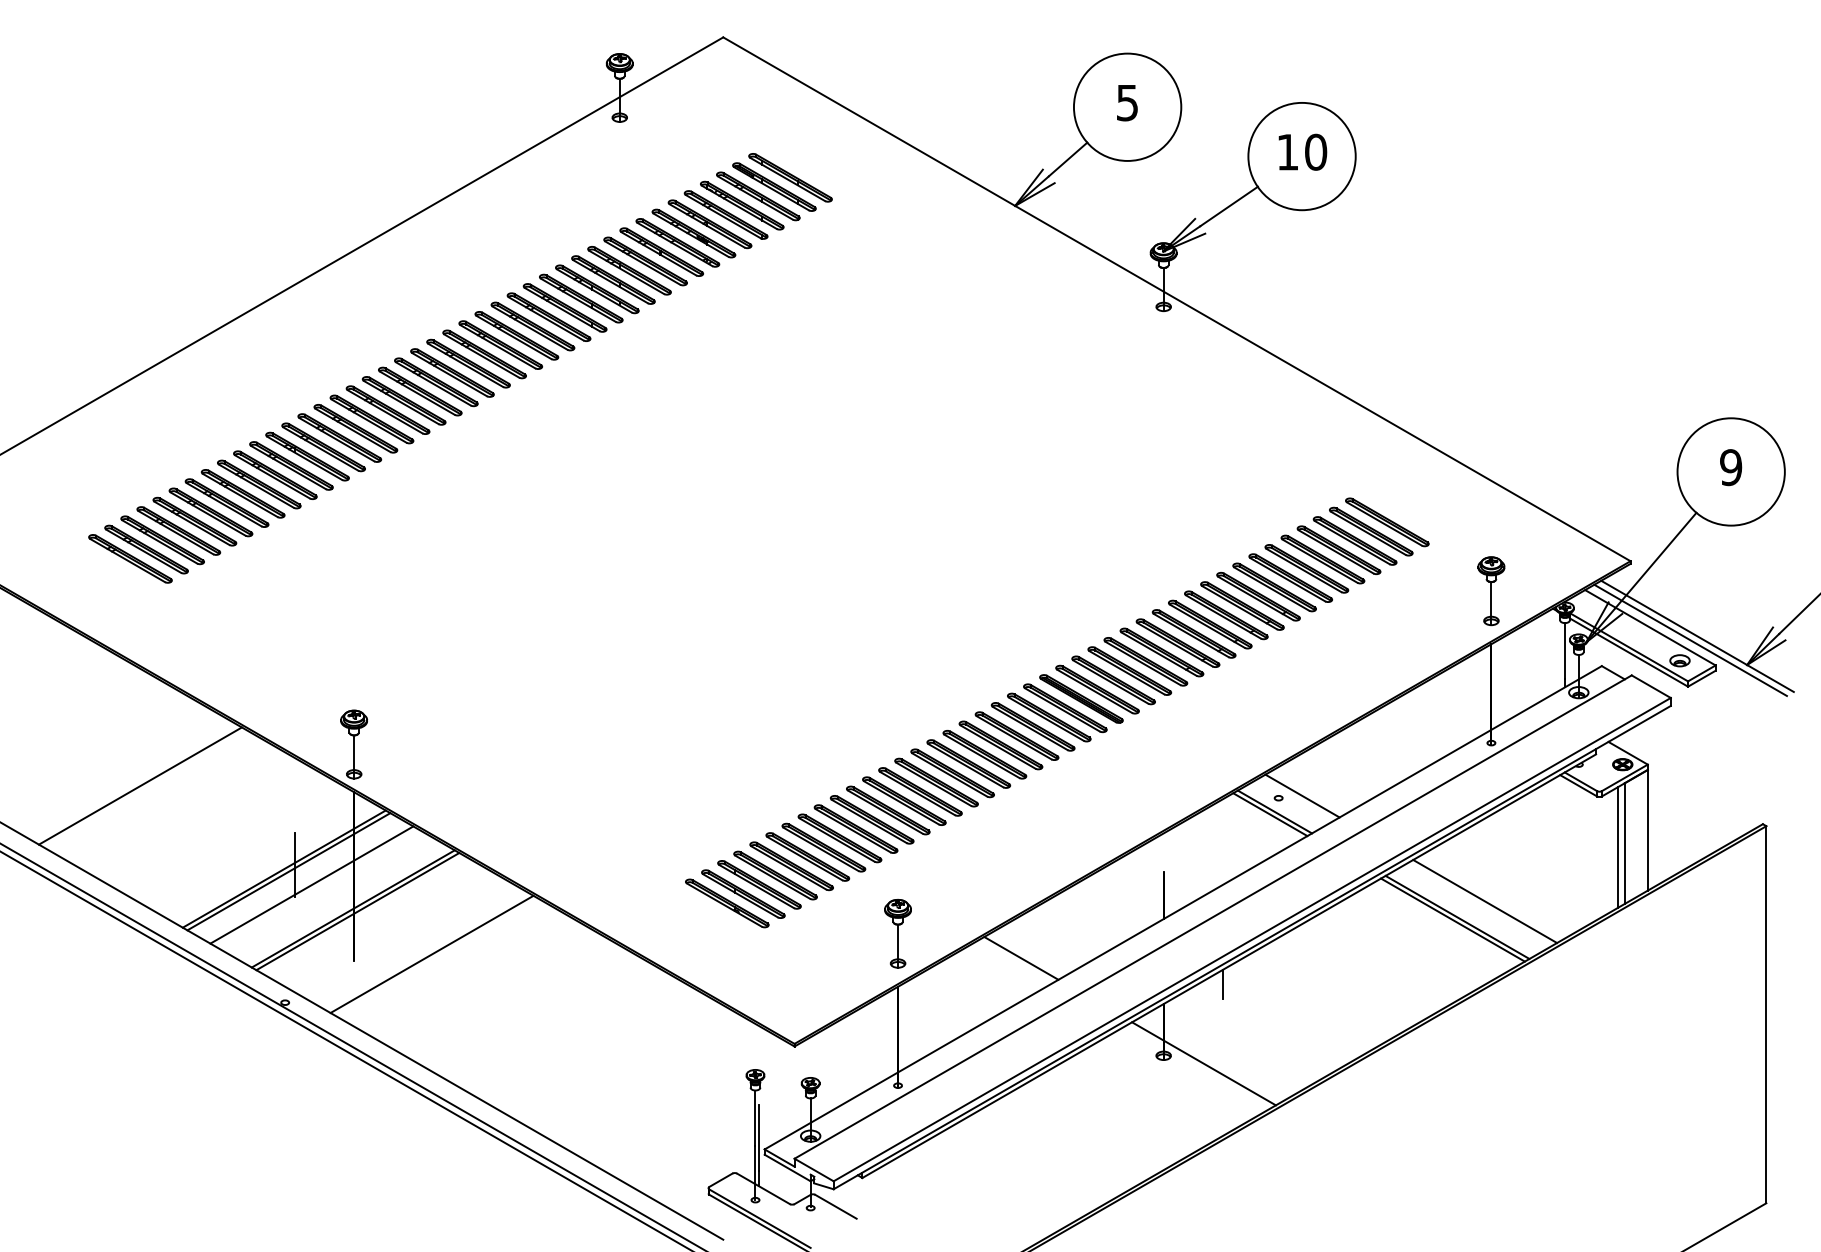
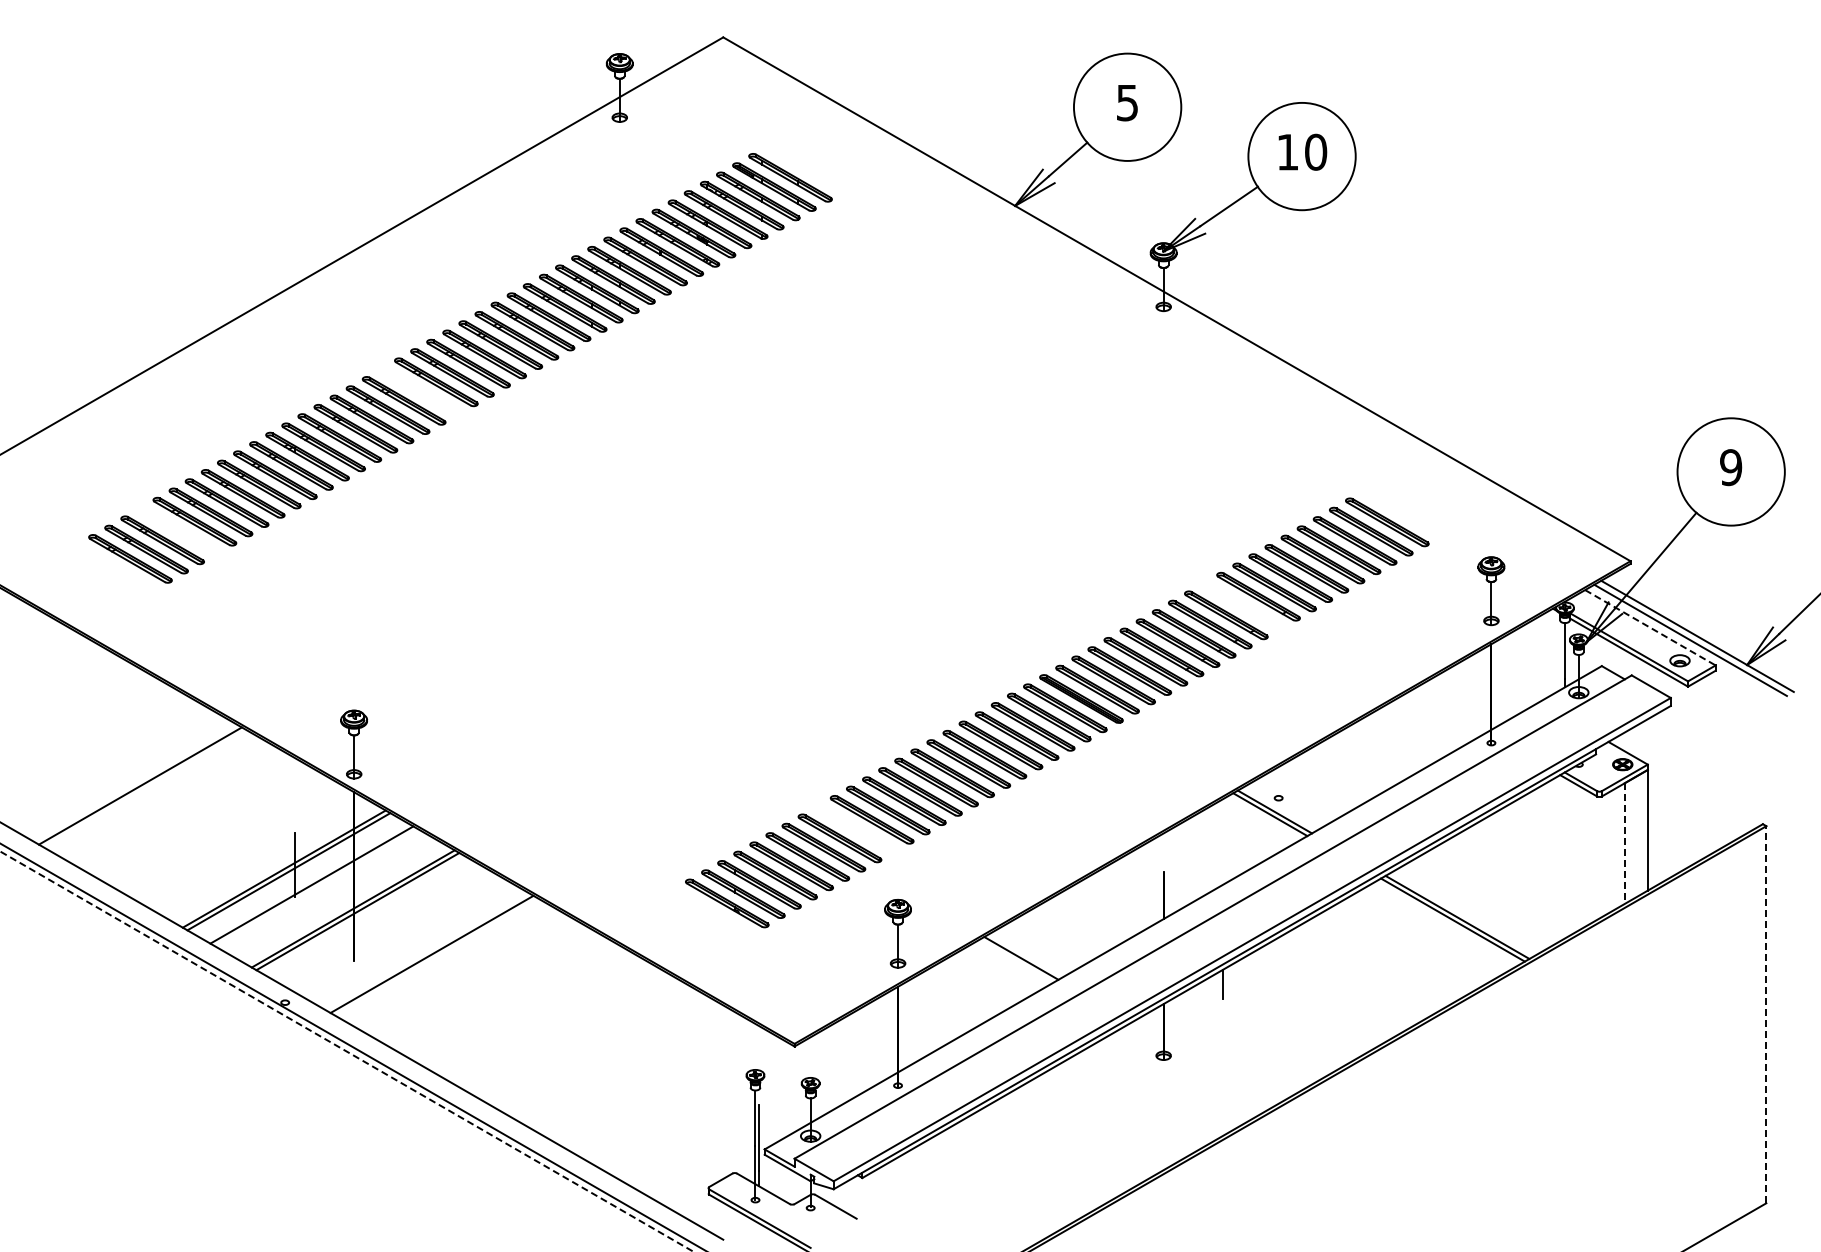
part at (420, 391): present -> none
part at (178, 530): present -> none
part at (1242, 605): present -> none
line at (1650, 628): solid -> dashed
line at (1302, 795): present -> none
part at (855, 828): present -> none
line at (1624, 844): solid -> dashed
line at (1617, 847): present -> none
line at (1485, 901): present -> none
line at (1766, 1014): solid -> dashed
line at (347, 1051): solid -> dashed
line at (1203, 1063): present -> none
